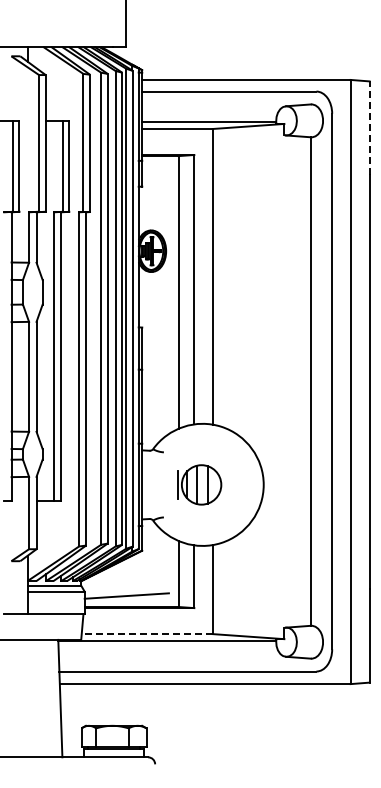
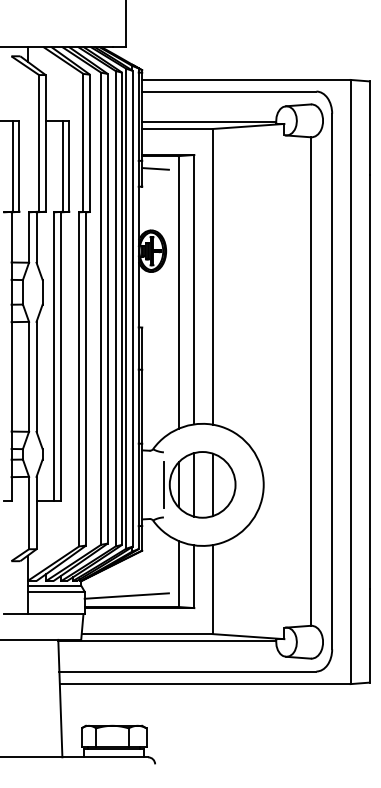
line at (369, 128): dashed -> solid
line at (155, 168): none -> present
part at (199, 484) size: 46x42 px -> 74x68 px
line at (146, 634): dashed -> solid
